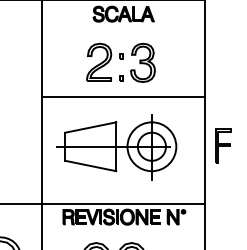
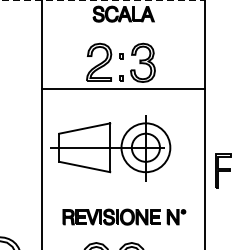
line at (102, 0): solid -> dashed
line at (122, 97) position: (122, 97) -> (122, 89)
part at (223, 145) position: (223, 145) -> (223, 170)
part at (116, 147) position: (116, 147) -> (110, 148)
line at (103, 203): present -> none
